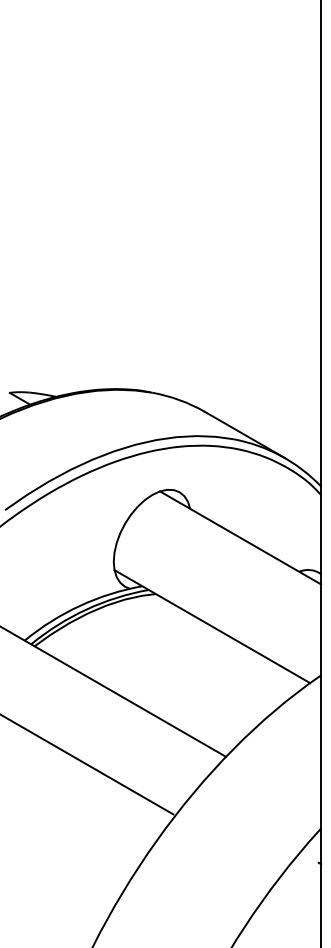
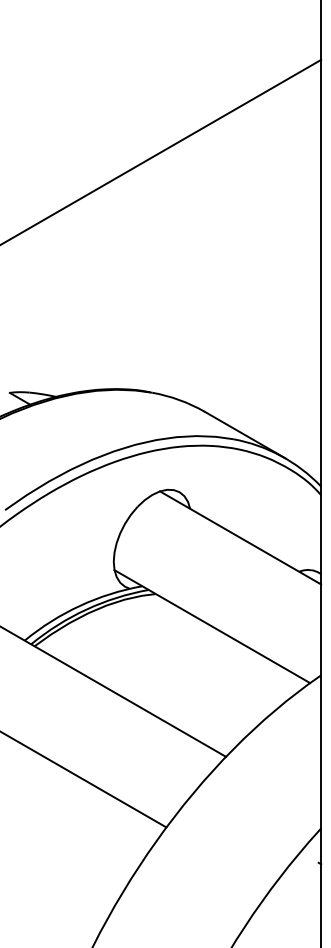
line at (161, 151): none -> present
line at (87, 764) position: (87, 764) -> (84, 779)
